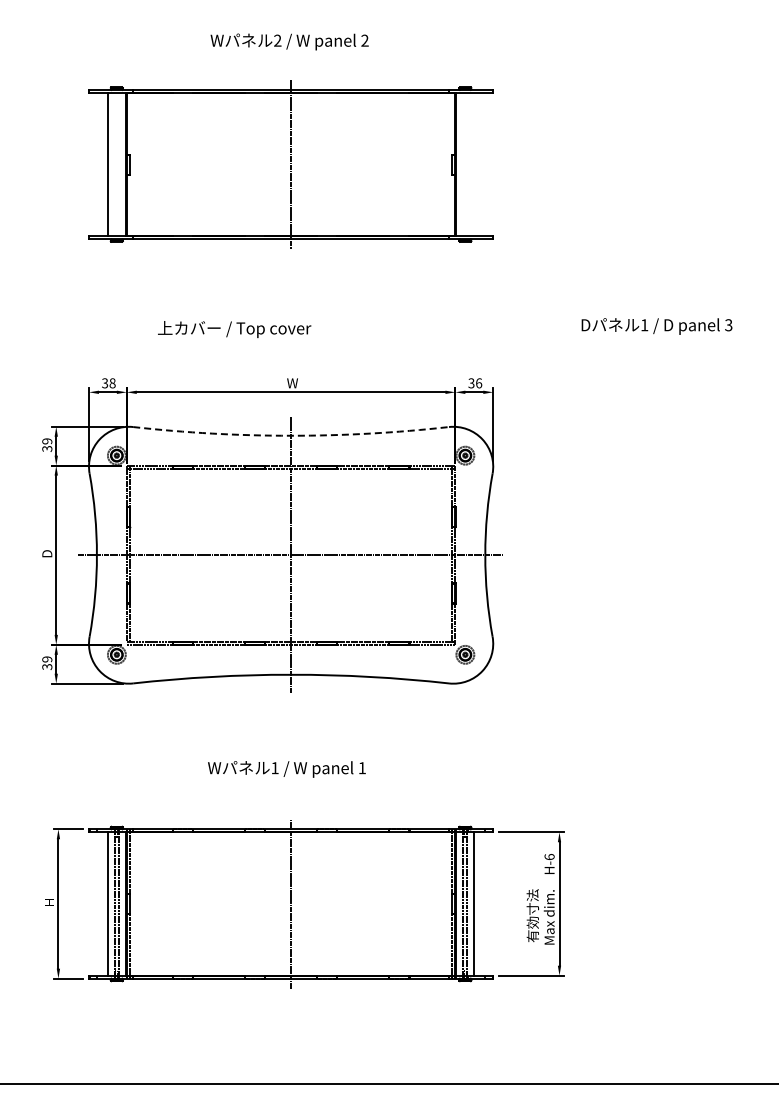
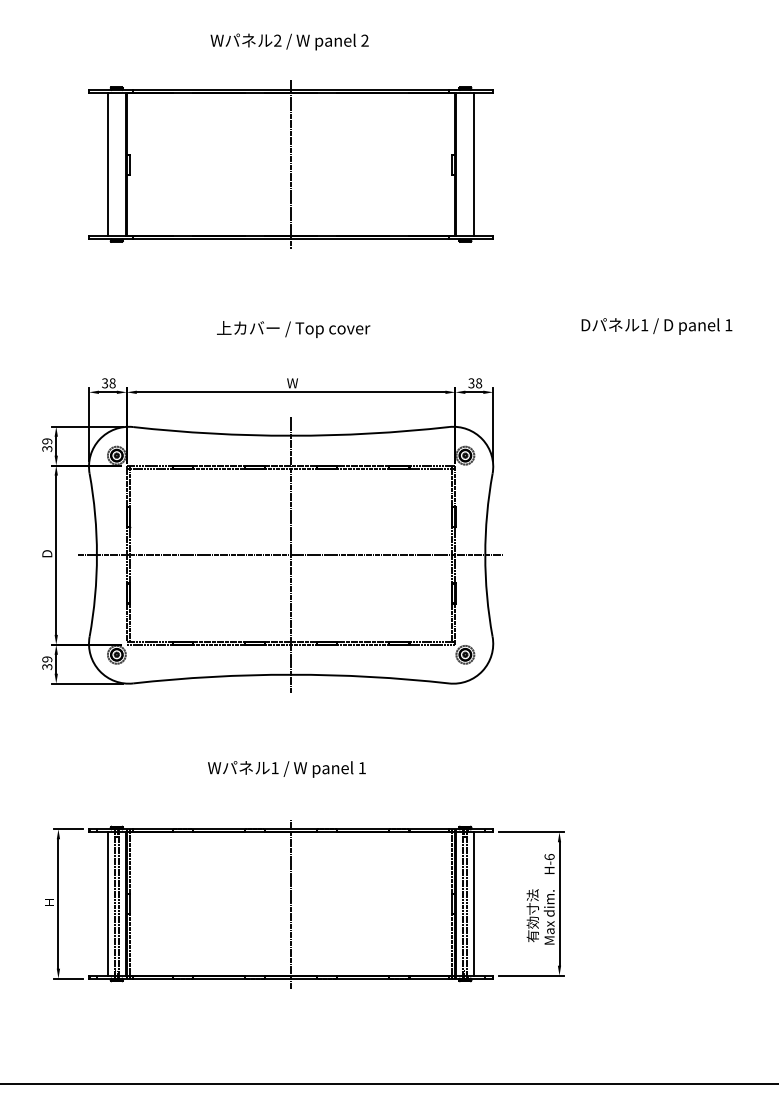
line at (474, 164): none -> present
text at (728, 325): 3 -> 1
text at (234, 329) position: (234, 329) -> (293, 329)
text at (479, 383): 36 -> 38
arc at (291, 435): dashed -> solid
